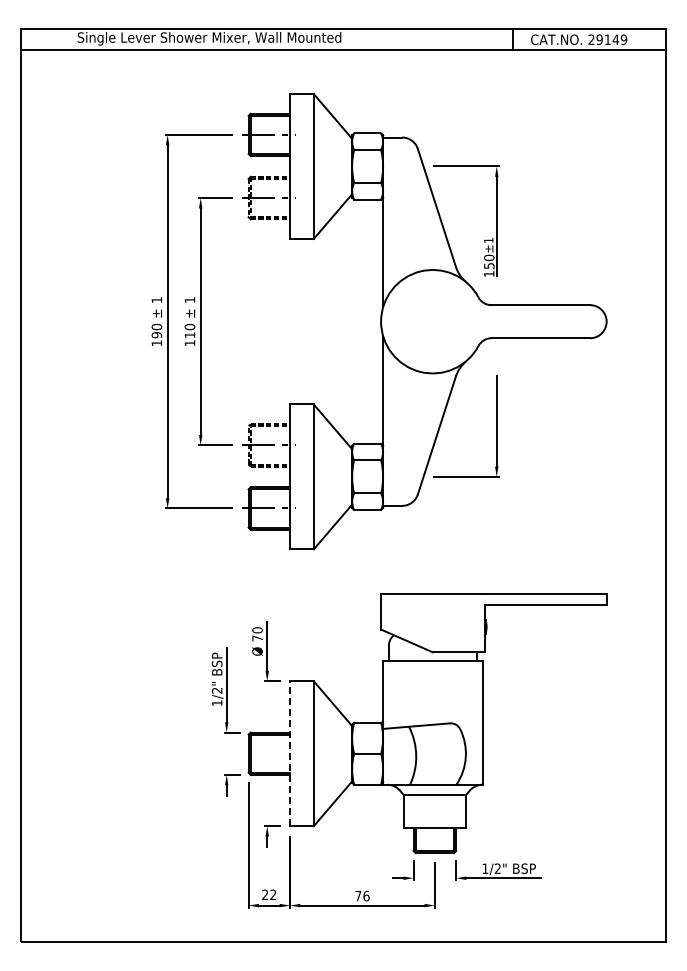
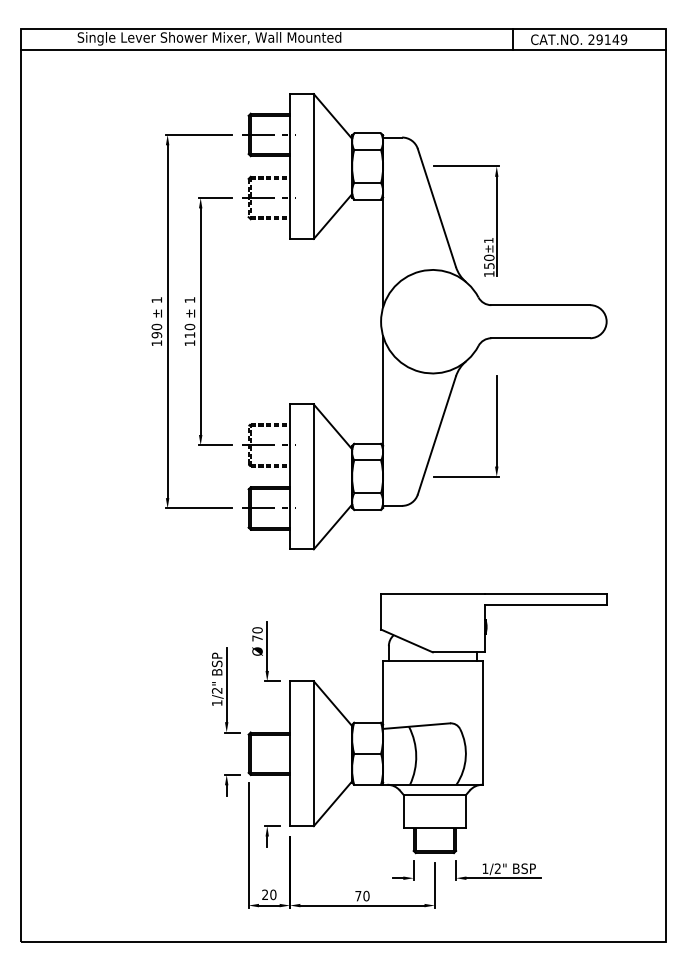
line at (290, 753): dashed -> solid
text at (273, 894): 22 -> 20
text at (366, 895): 76 -> 70
